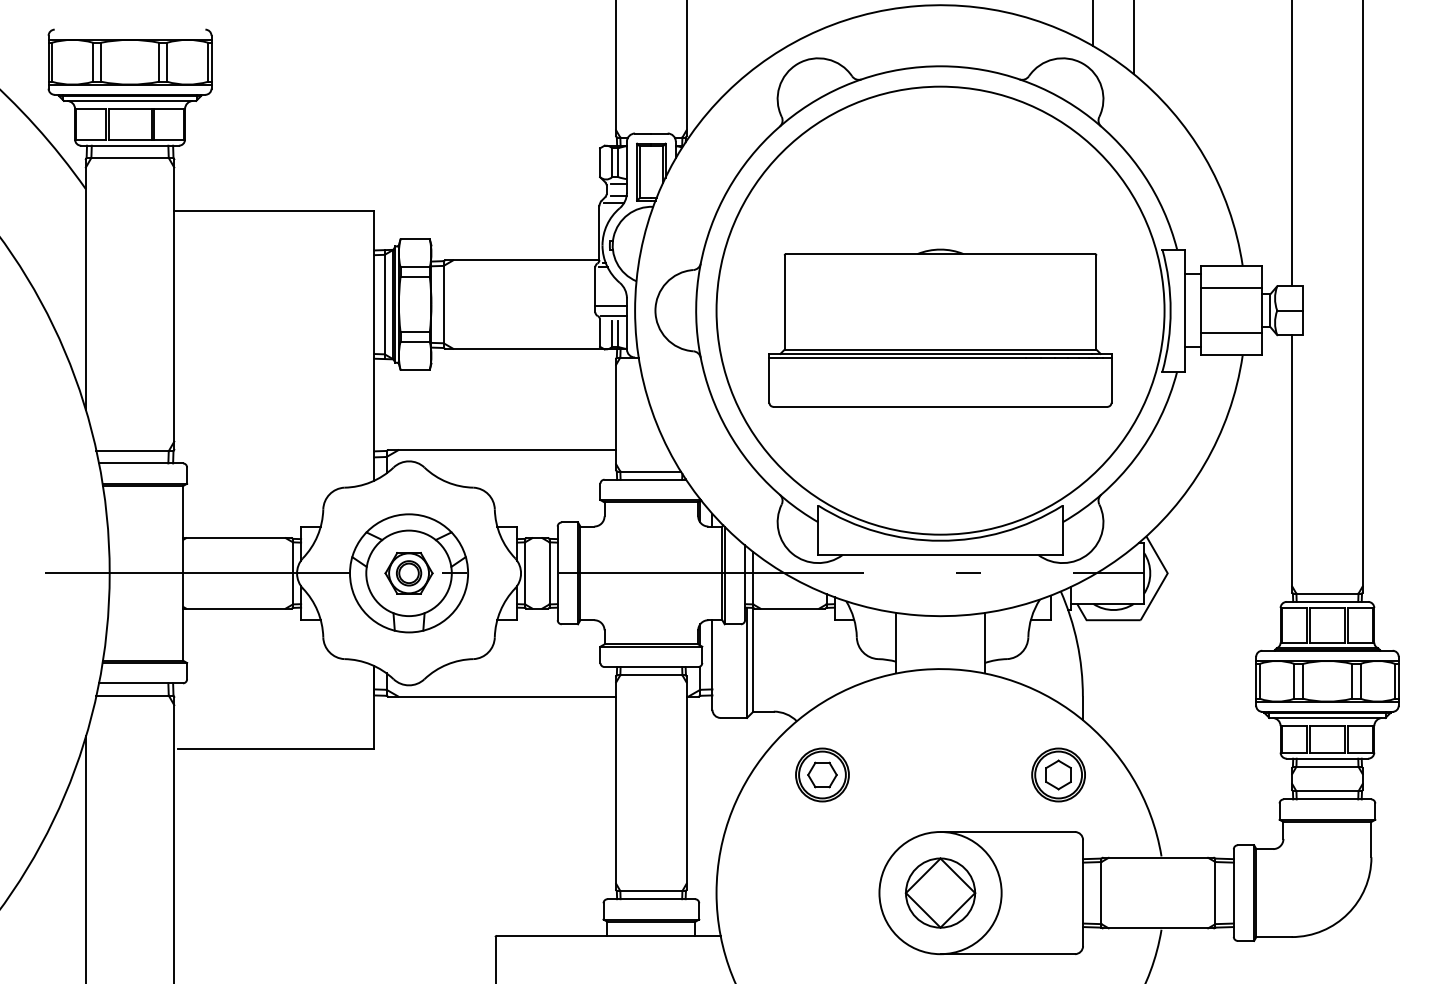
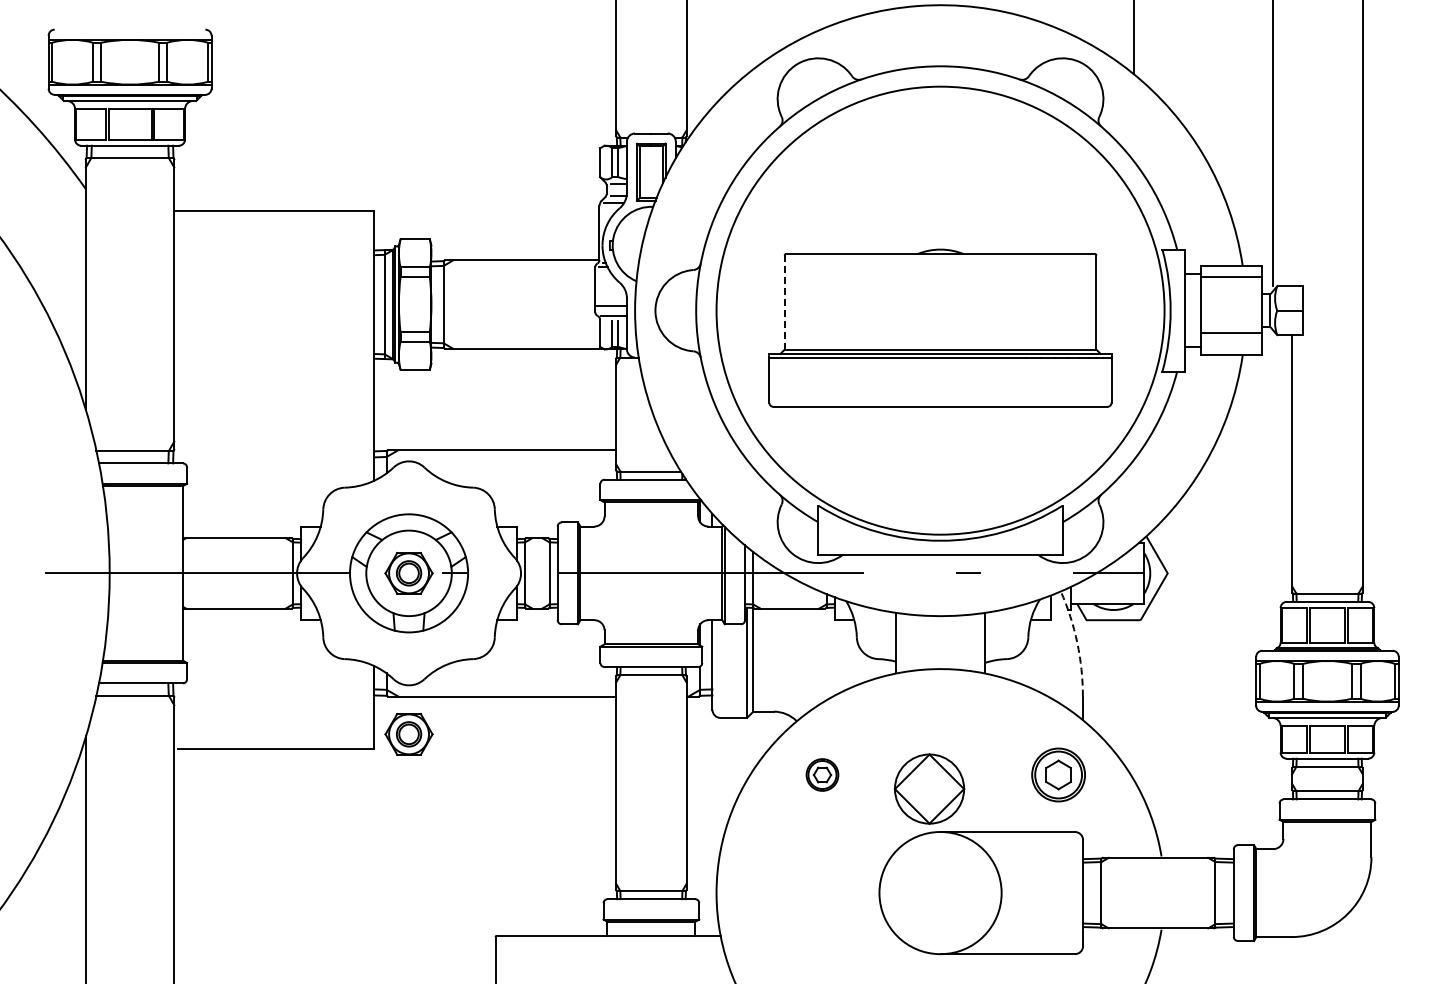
line at (1093, 24): present -> none
line at (1292, 144) position: (1292, 144) -> (1273, 144)
line at (1231, 288) position: (1231, 288) -> (1231, 277)
line at (784, 303): solid -> dashed
arc at (1077, 642): solid -> dashed
part at (408, 734): none -> present
part at (822, 774) size: 55x56 px -> 35x34 px
part at (940, 892) position: (940, 892) -> (929, 788)
